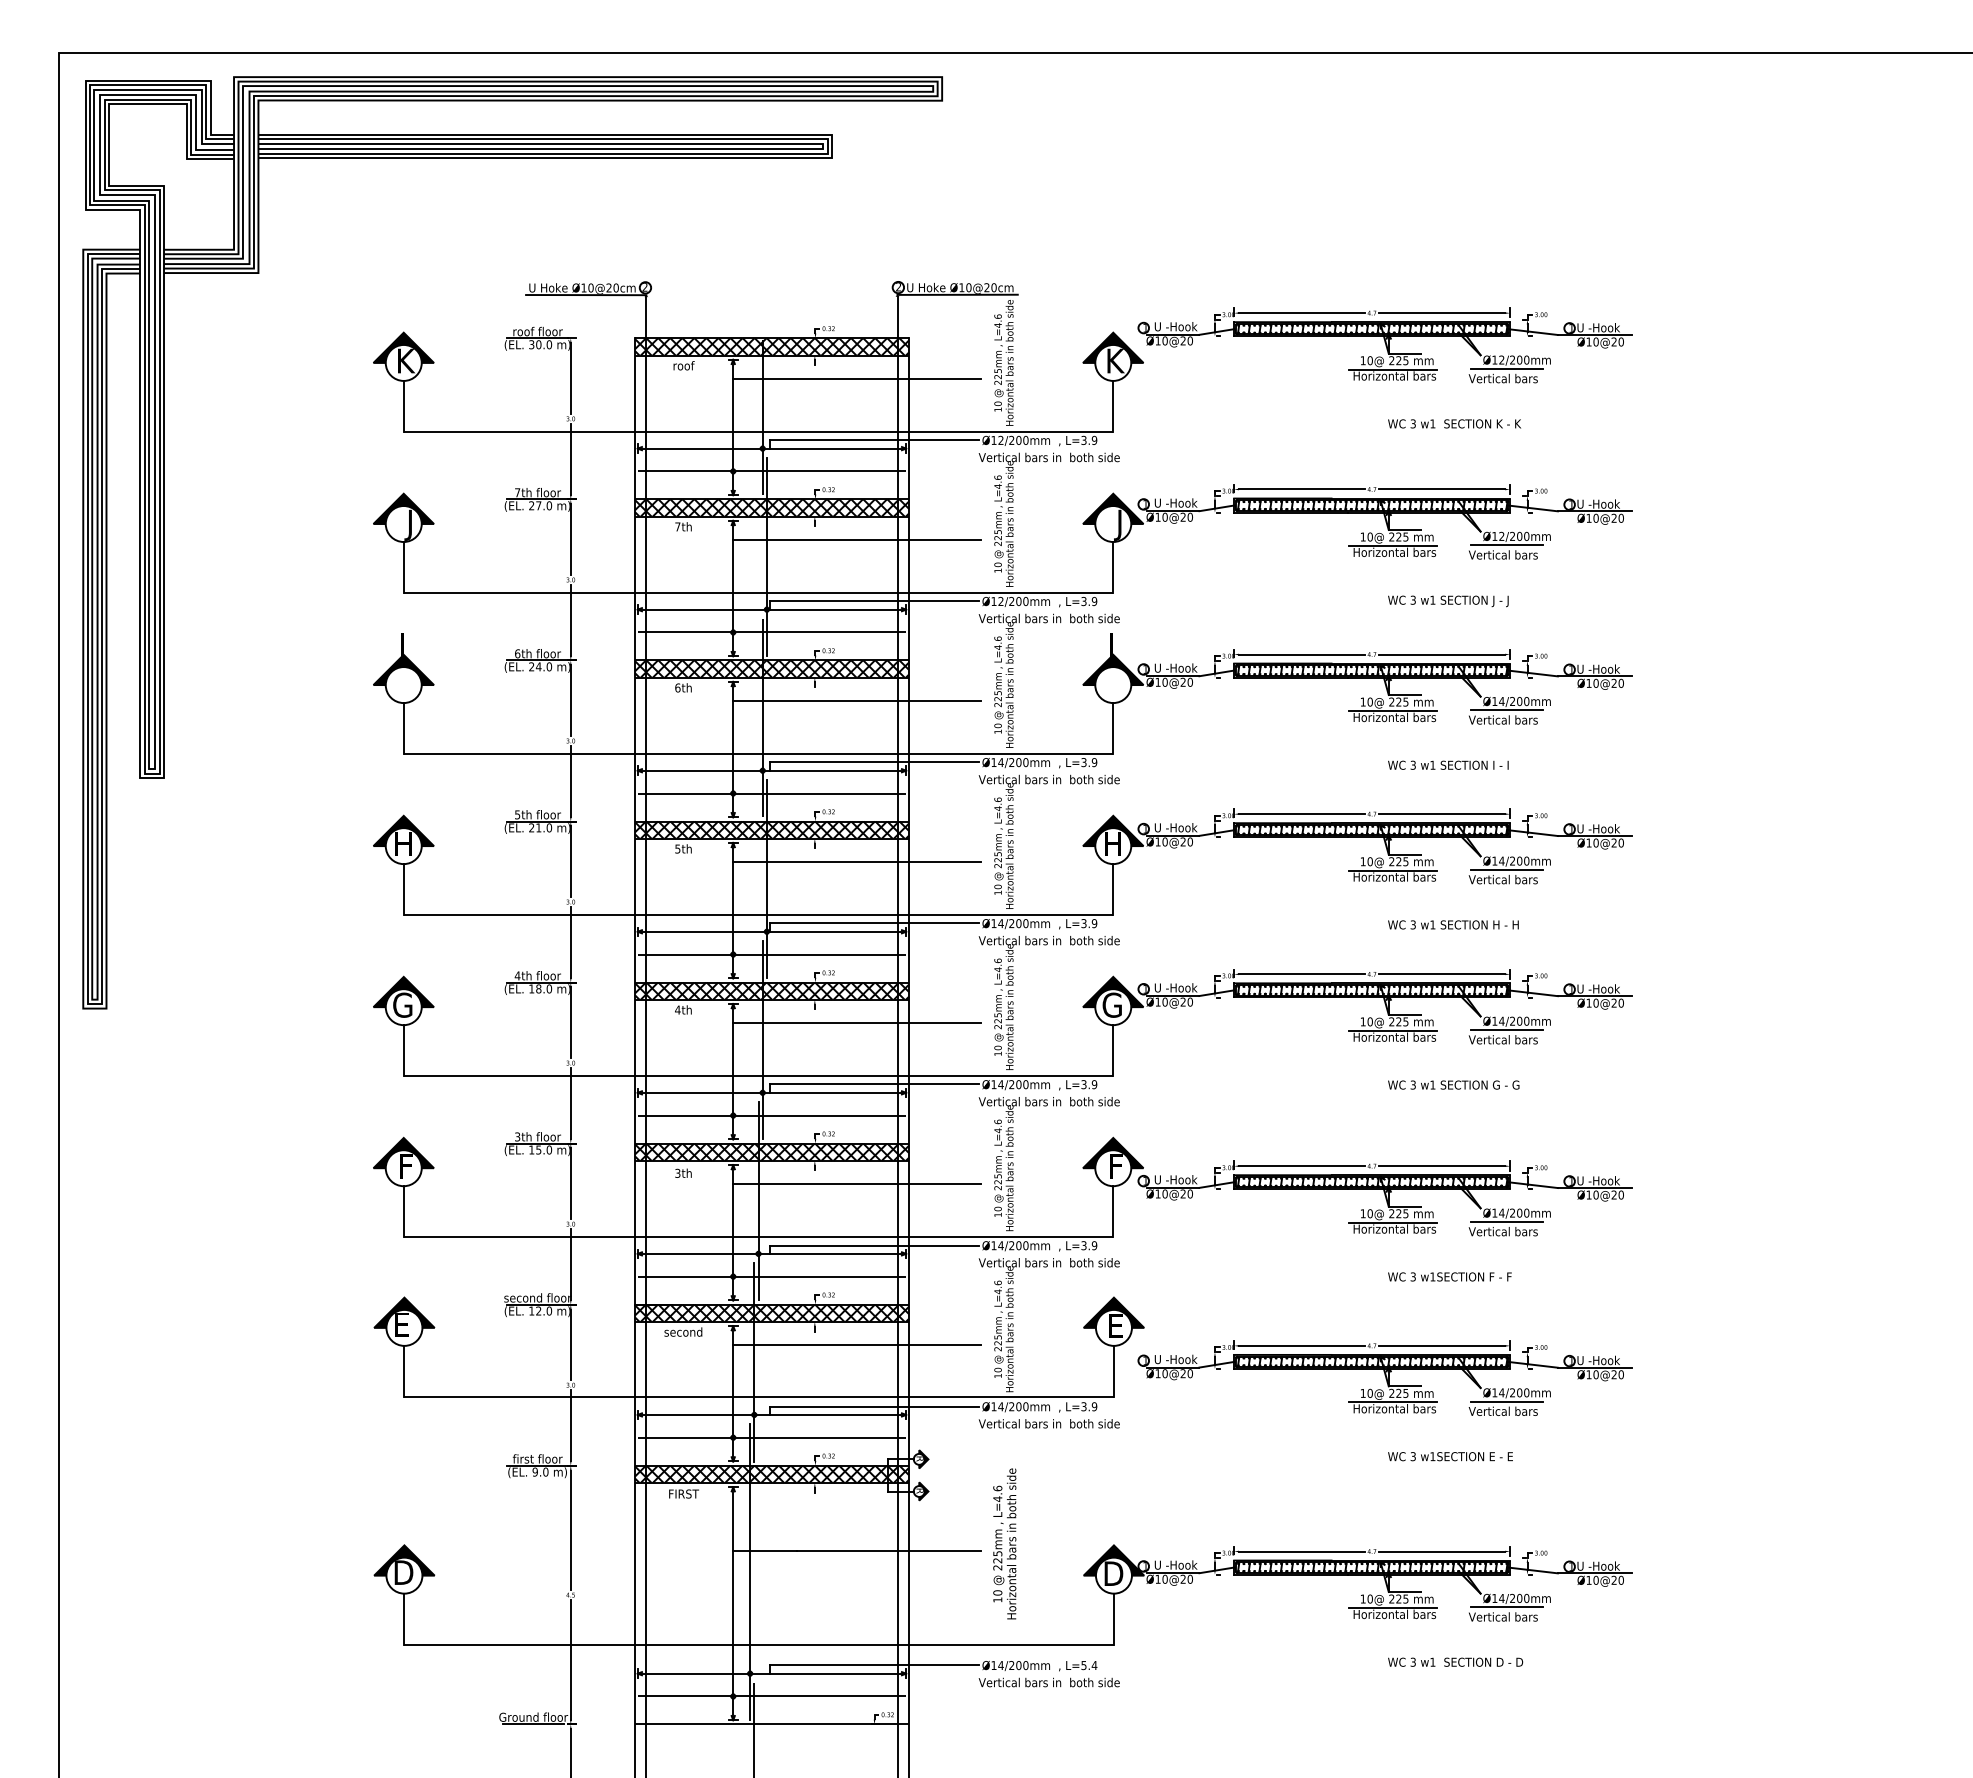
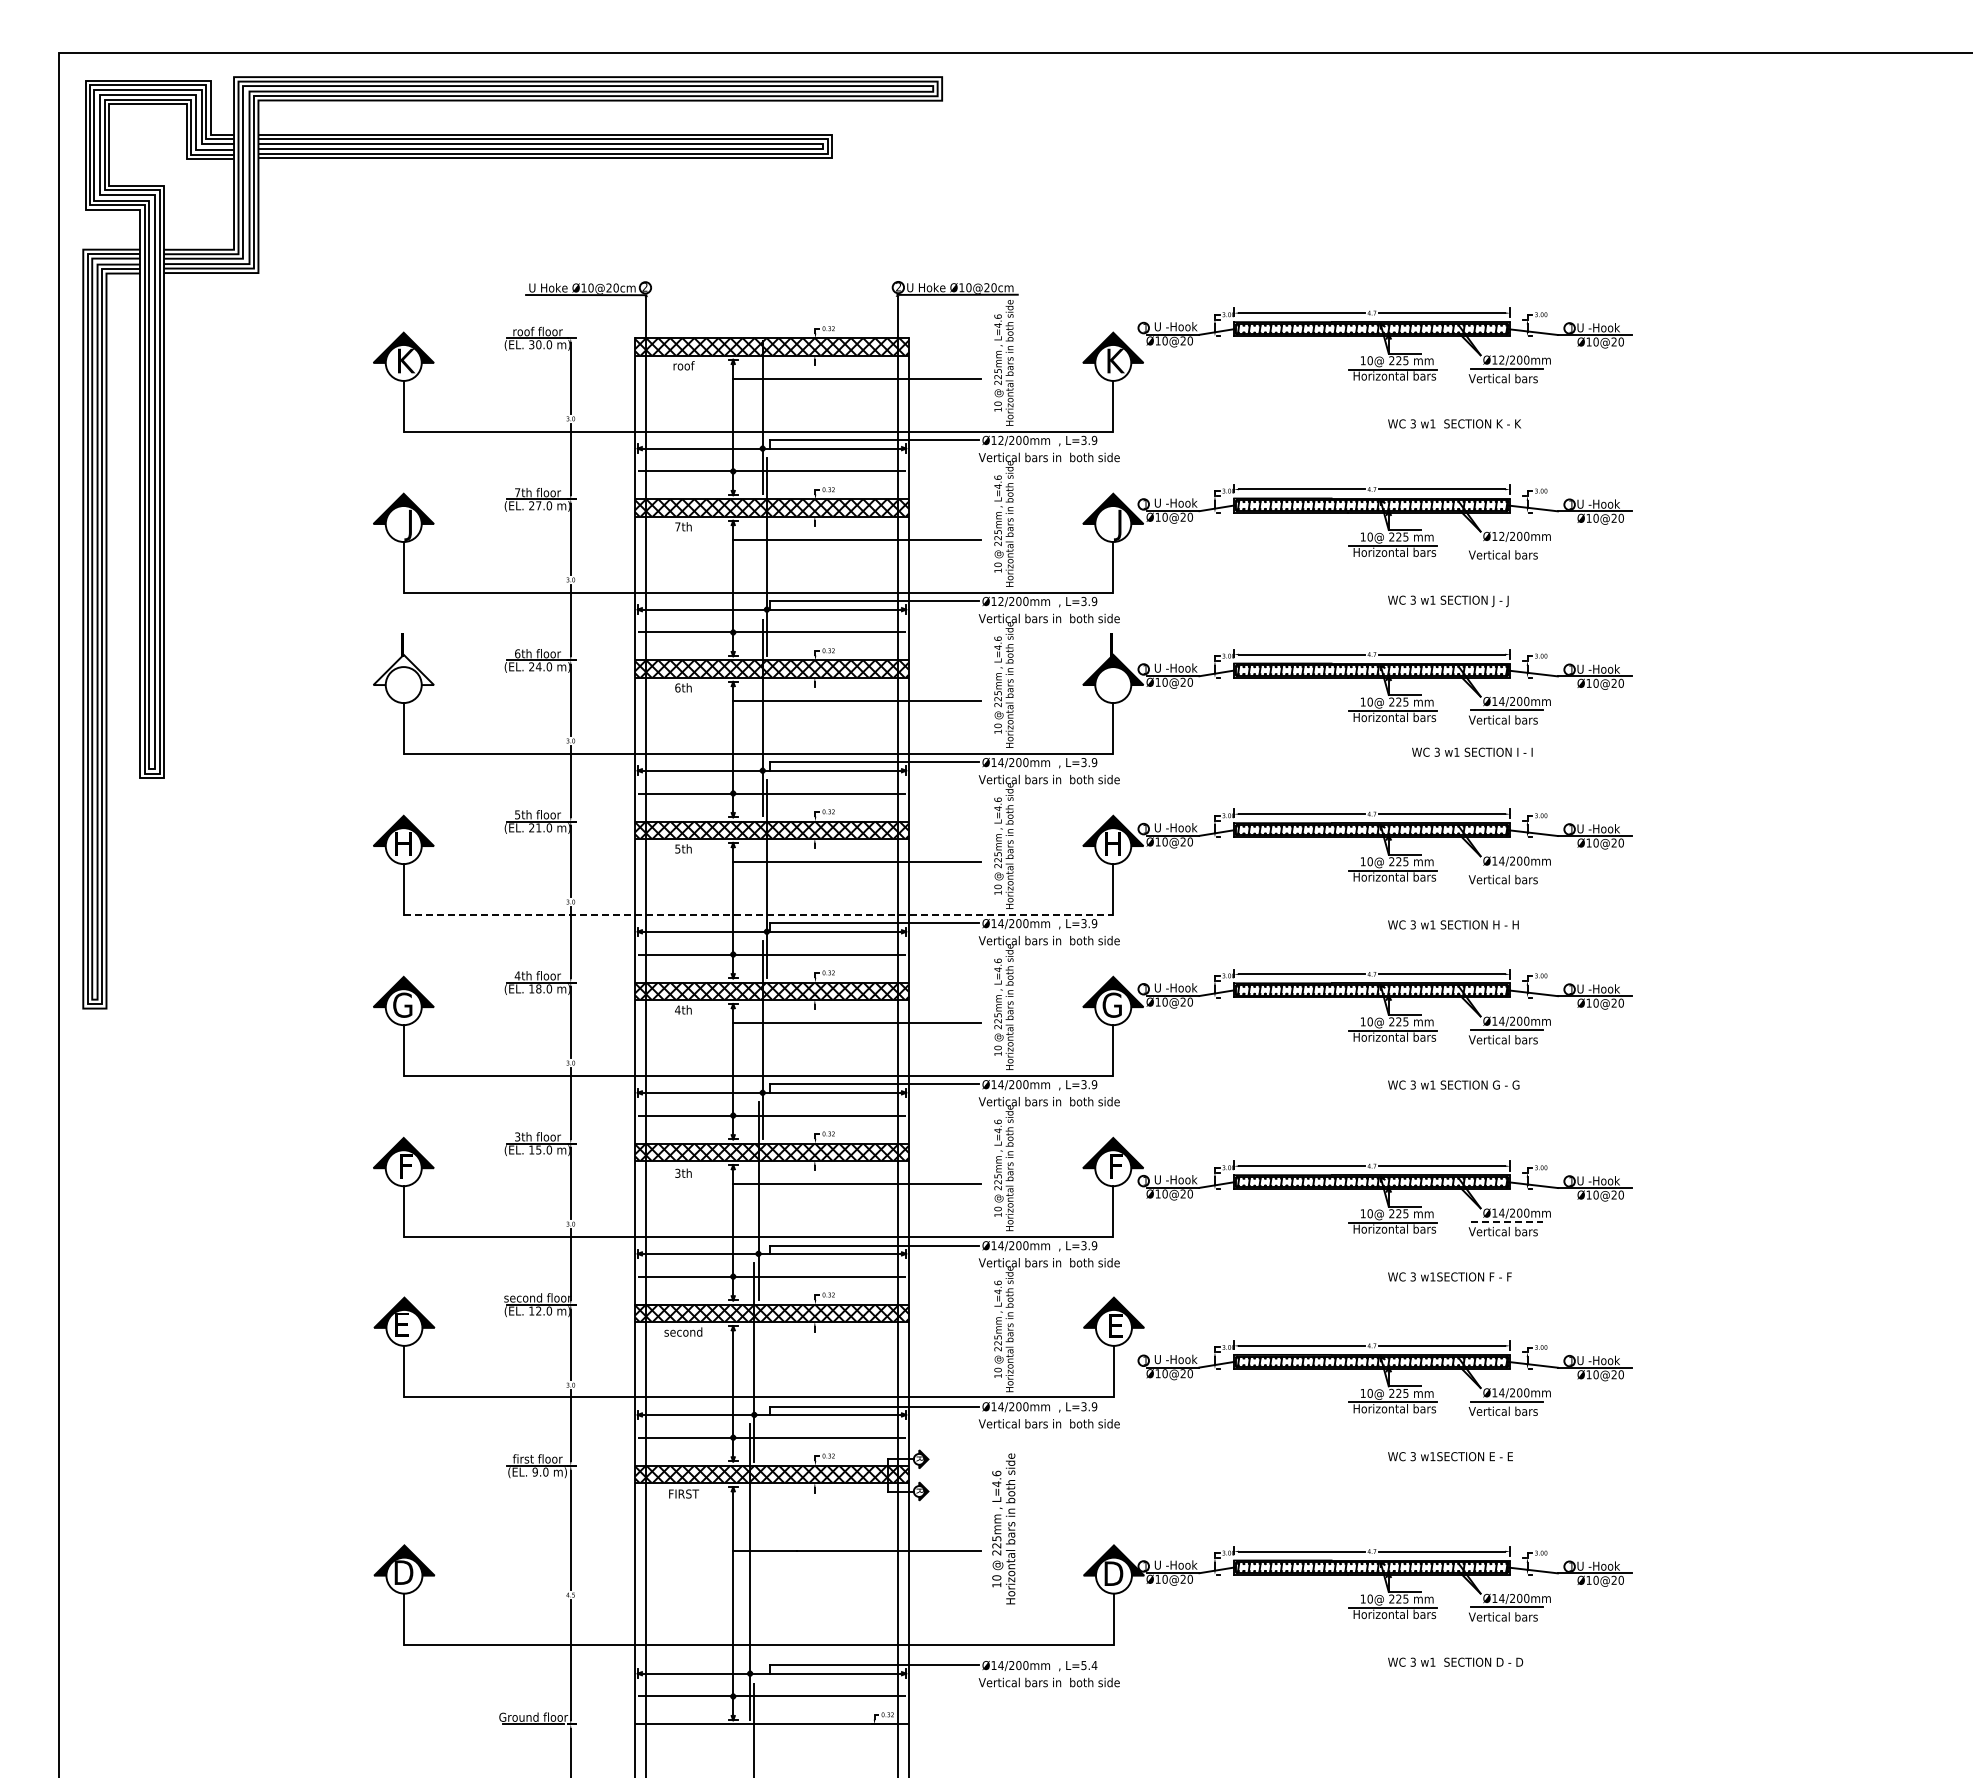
line at (1506, 545): present -> none
fill at (403, 669): present -> none
text at (1448, 764) position: (1448, 764) -> (1472, 751)
line at (1506, 869): present -> none
line at (758, 915): solid -> dashed
line at (1506, 1221): solid -> dashed
line at (857, 1344): present -> none
text at (1004, 1543) position: (1004, 1543) -> (1003, 1528)
